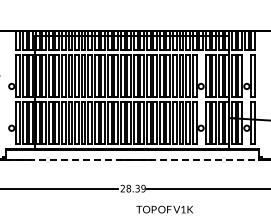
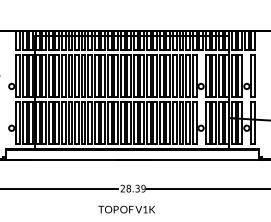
line at (133, 160): dashed -> solid
text at (164, 209) position: (164, 209) -> (126, 209)
